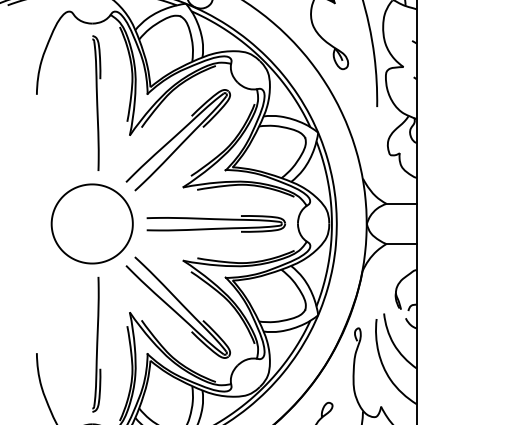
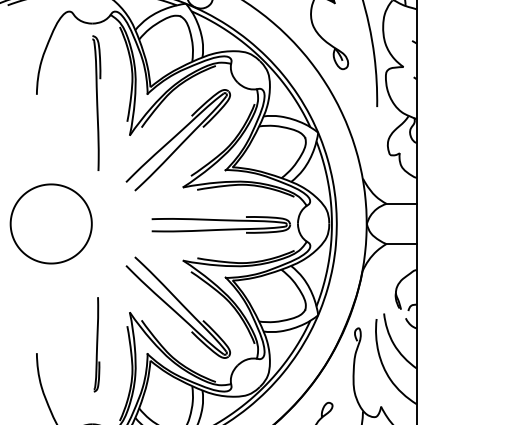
part at (91, 223) position: (91, 223) -> (50, 223)
part at (215, 223) position: (215, 223) -> (220, 224)
part at (96, 344) size: 10x137 px -> 8x96 px
